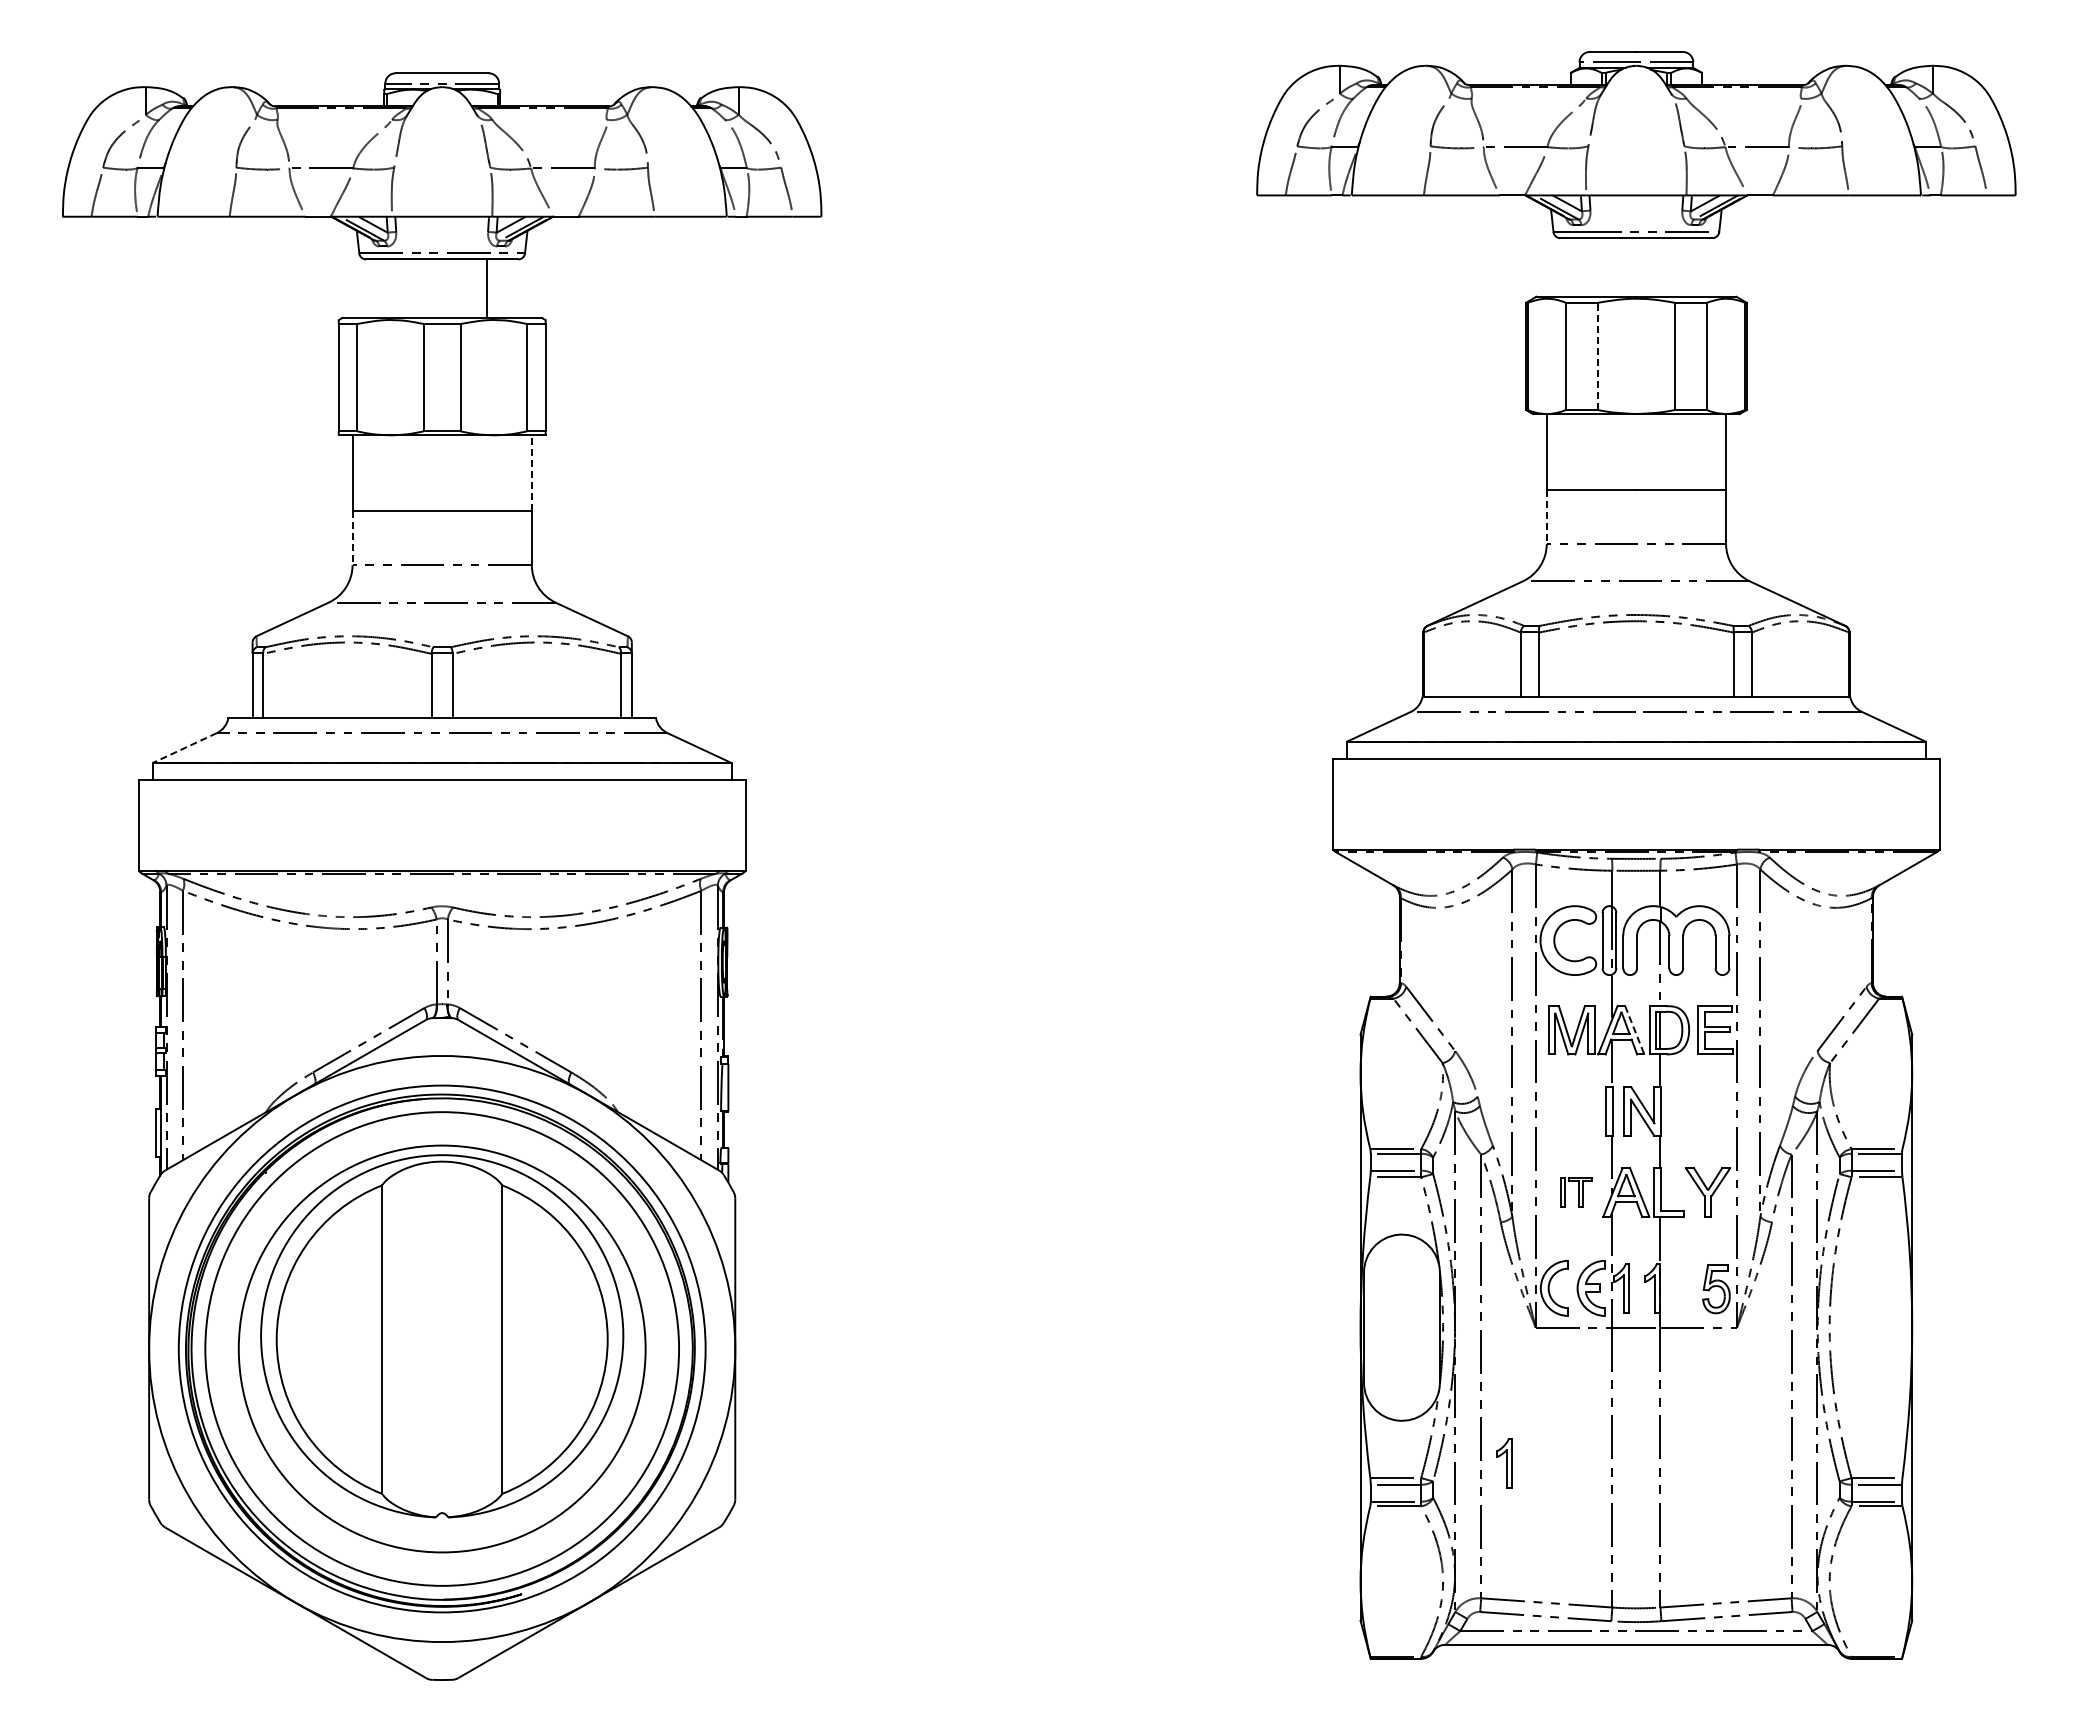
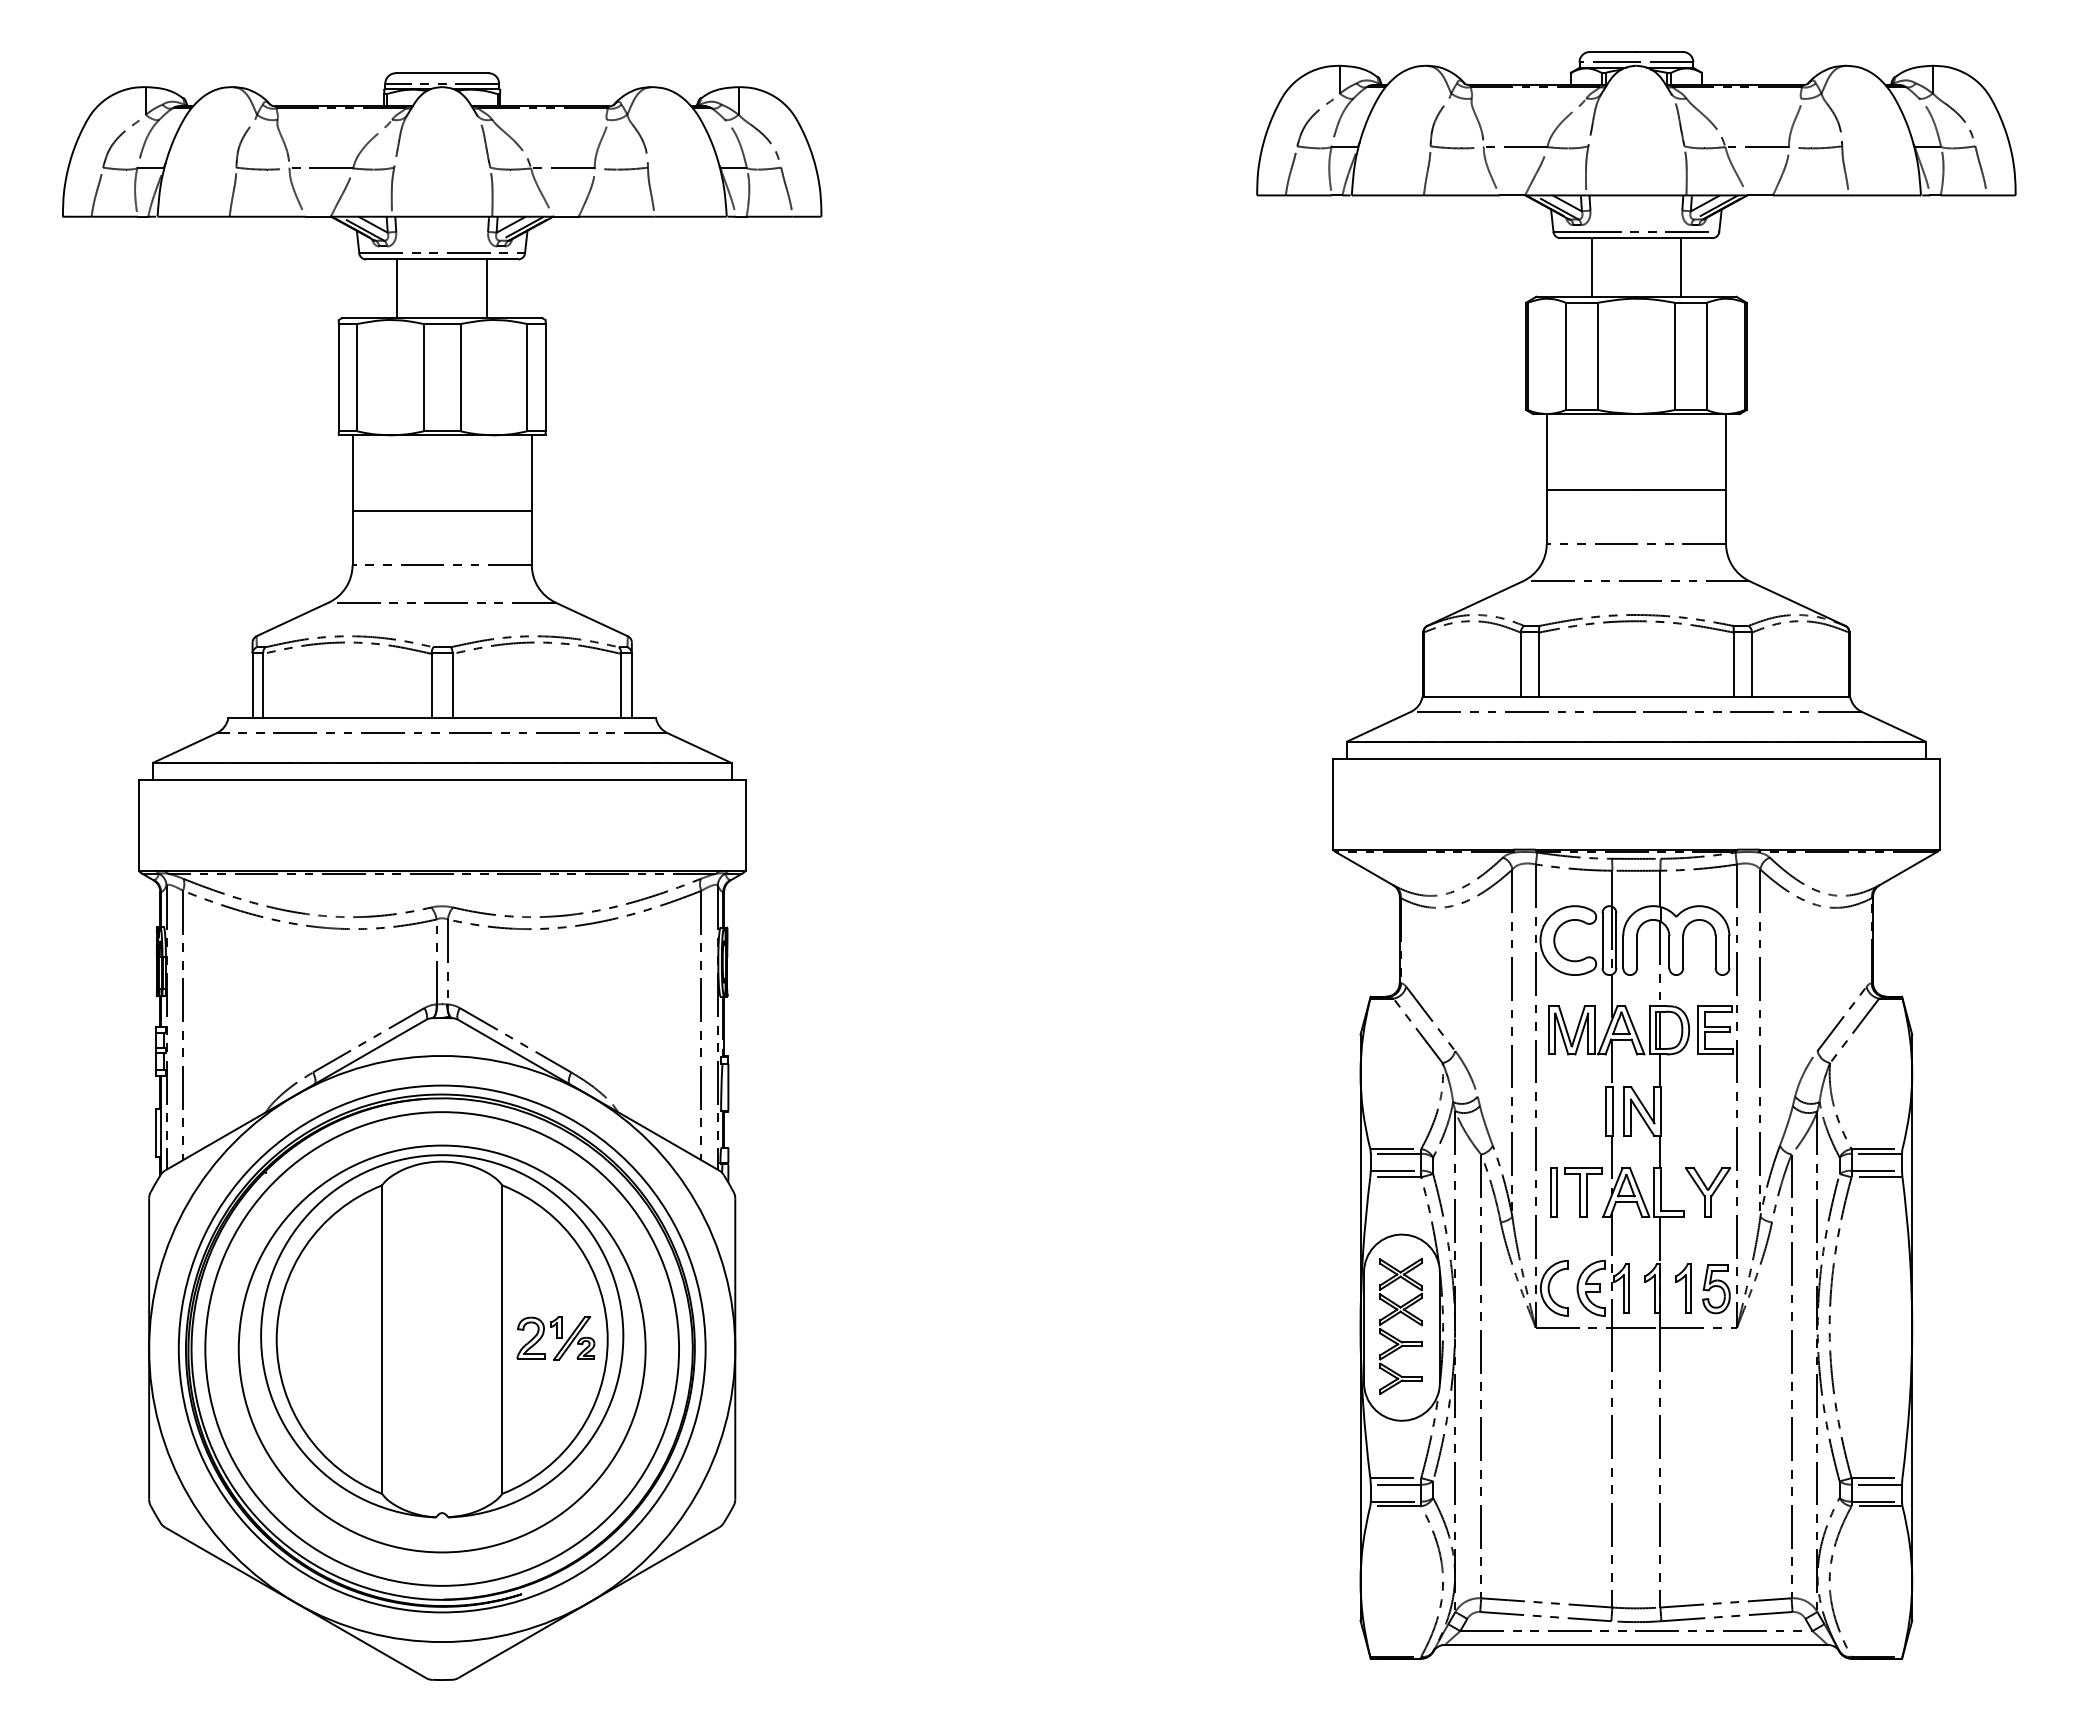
line at (1591, 267): none -> present
line at (1681, 267): none -> present
line at (397, 288): none -> present
line at (1598, 356): dashed -> solid
line at (531, 473): dashed -> solid
line at (1546, 516): dashed -> solid
line at (352, 538): dashed -> solid
line at (184, 748): dashed -> solid
line at (1634, 1030): dashed -> solid
part at (1576, 1192) size: 33x31 px -> 53x51 px
part at (1395, 1316): none -> present
part at (555, 1338): none -> present
part at (1504, 1463) position: (1504, 1463) -> (1683, 1288)
